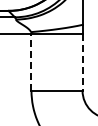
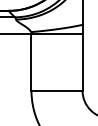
line at (31, 61): dashed -> solid
line at (82, 62): dashed -> solid
